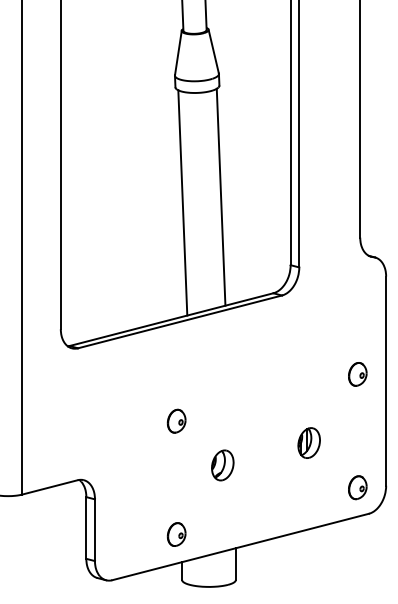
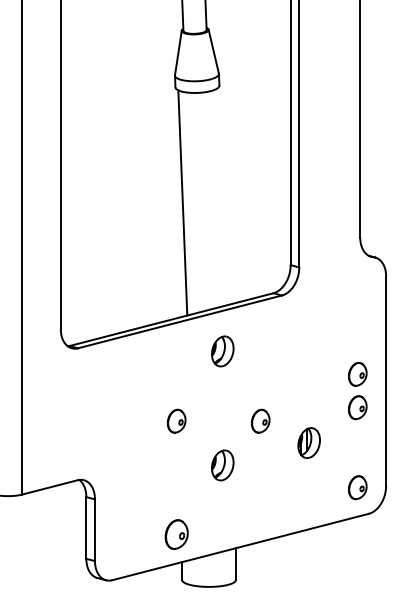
line at (220, 196): present -> none
part at (222, 351): none -> present
part at (357, 407): none -> present
part at (260, 420): none -> present
part at (176, 534) size: 21x25 px -> 25x31 px
